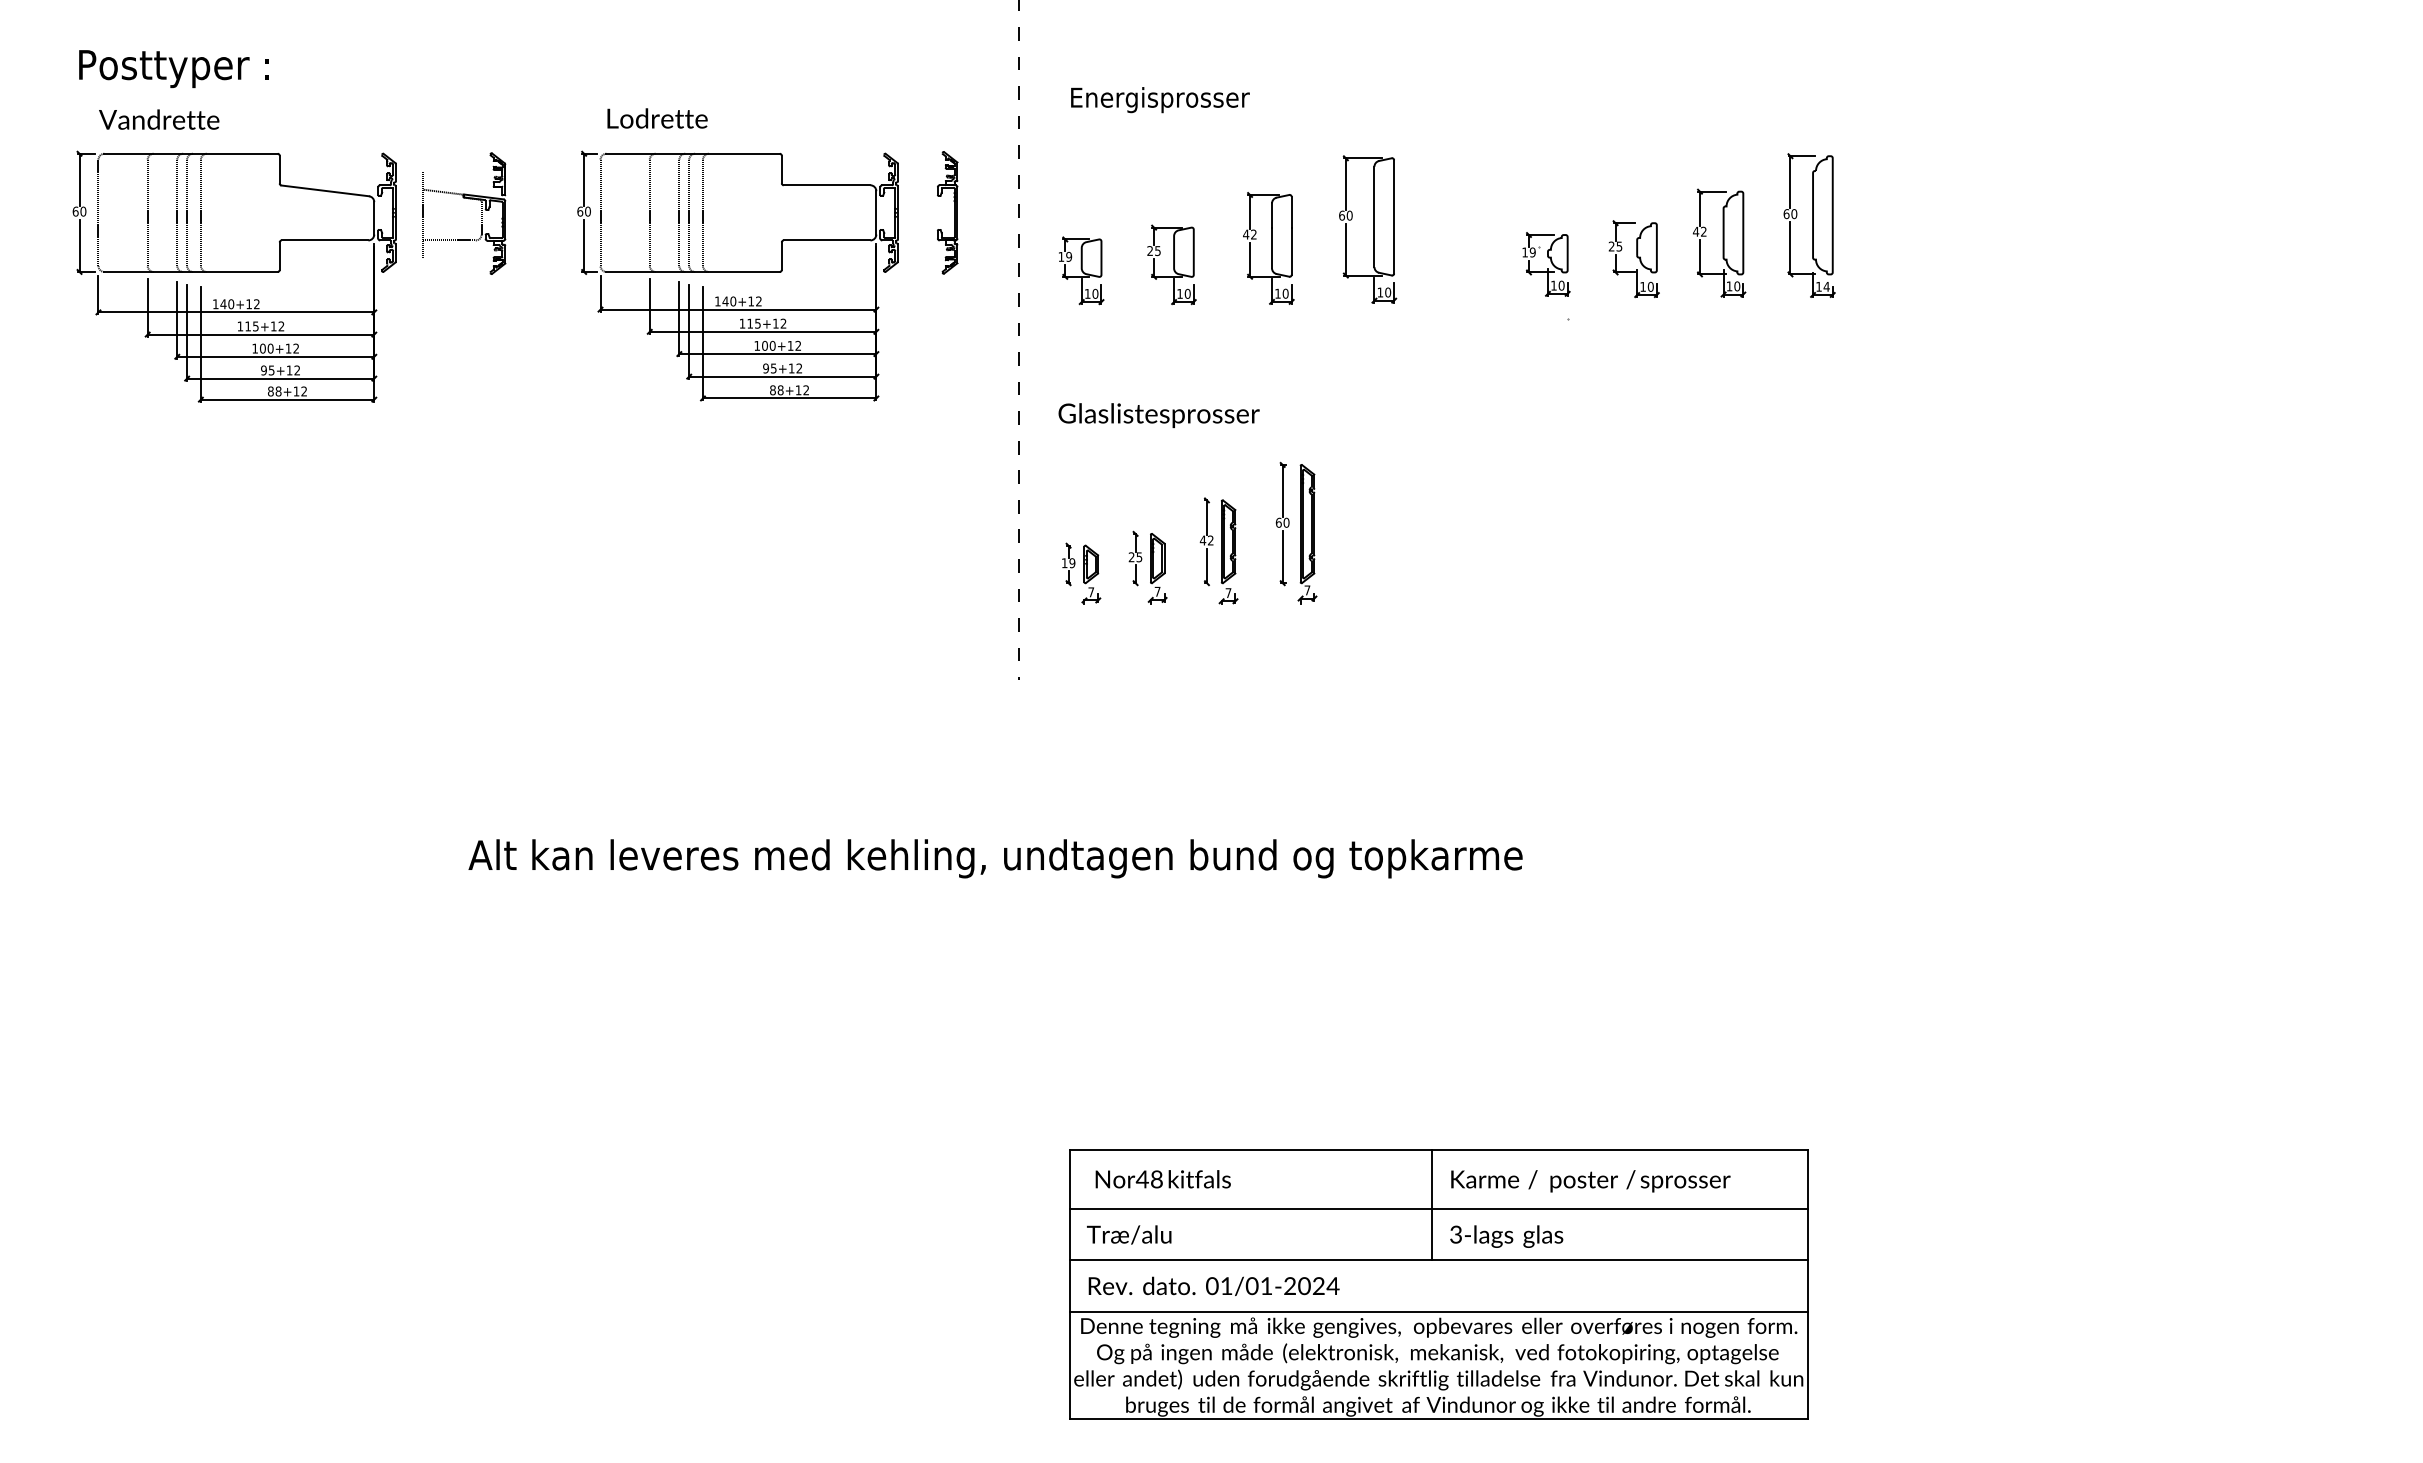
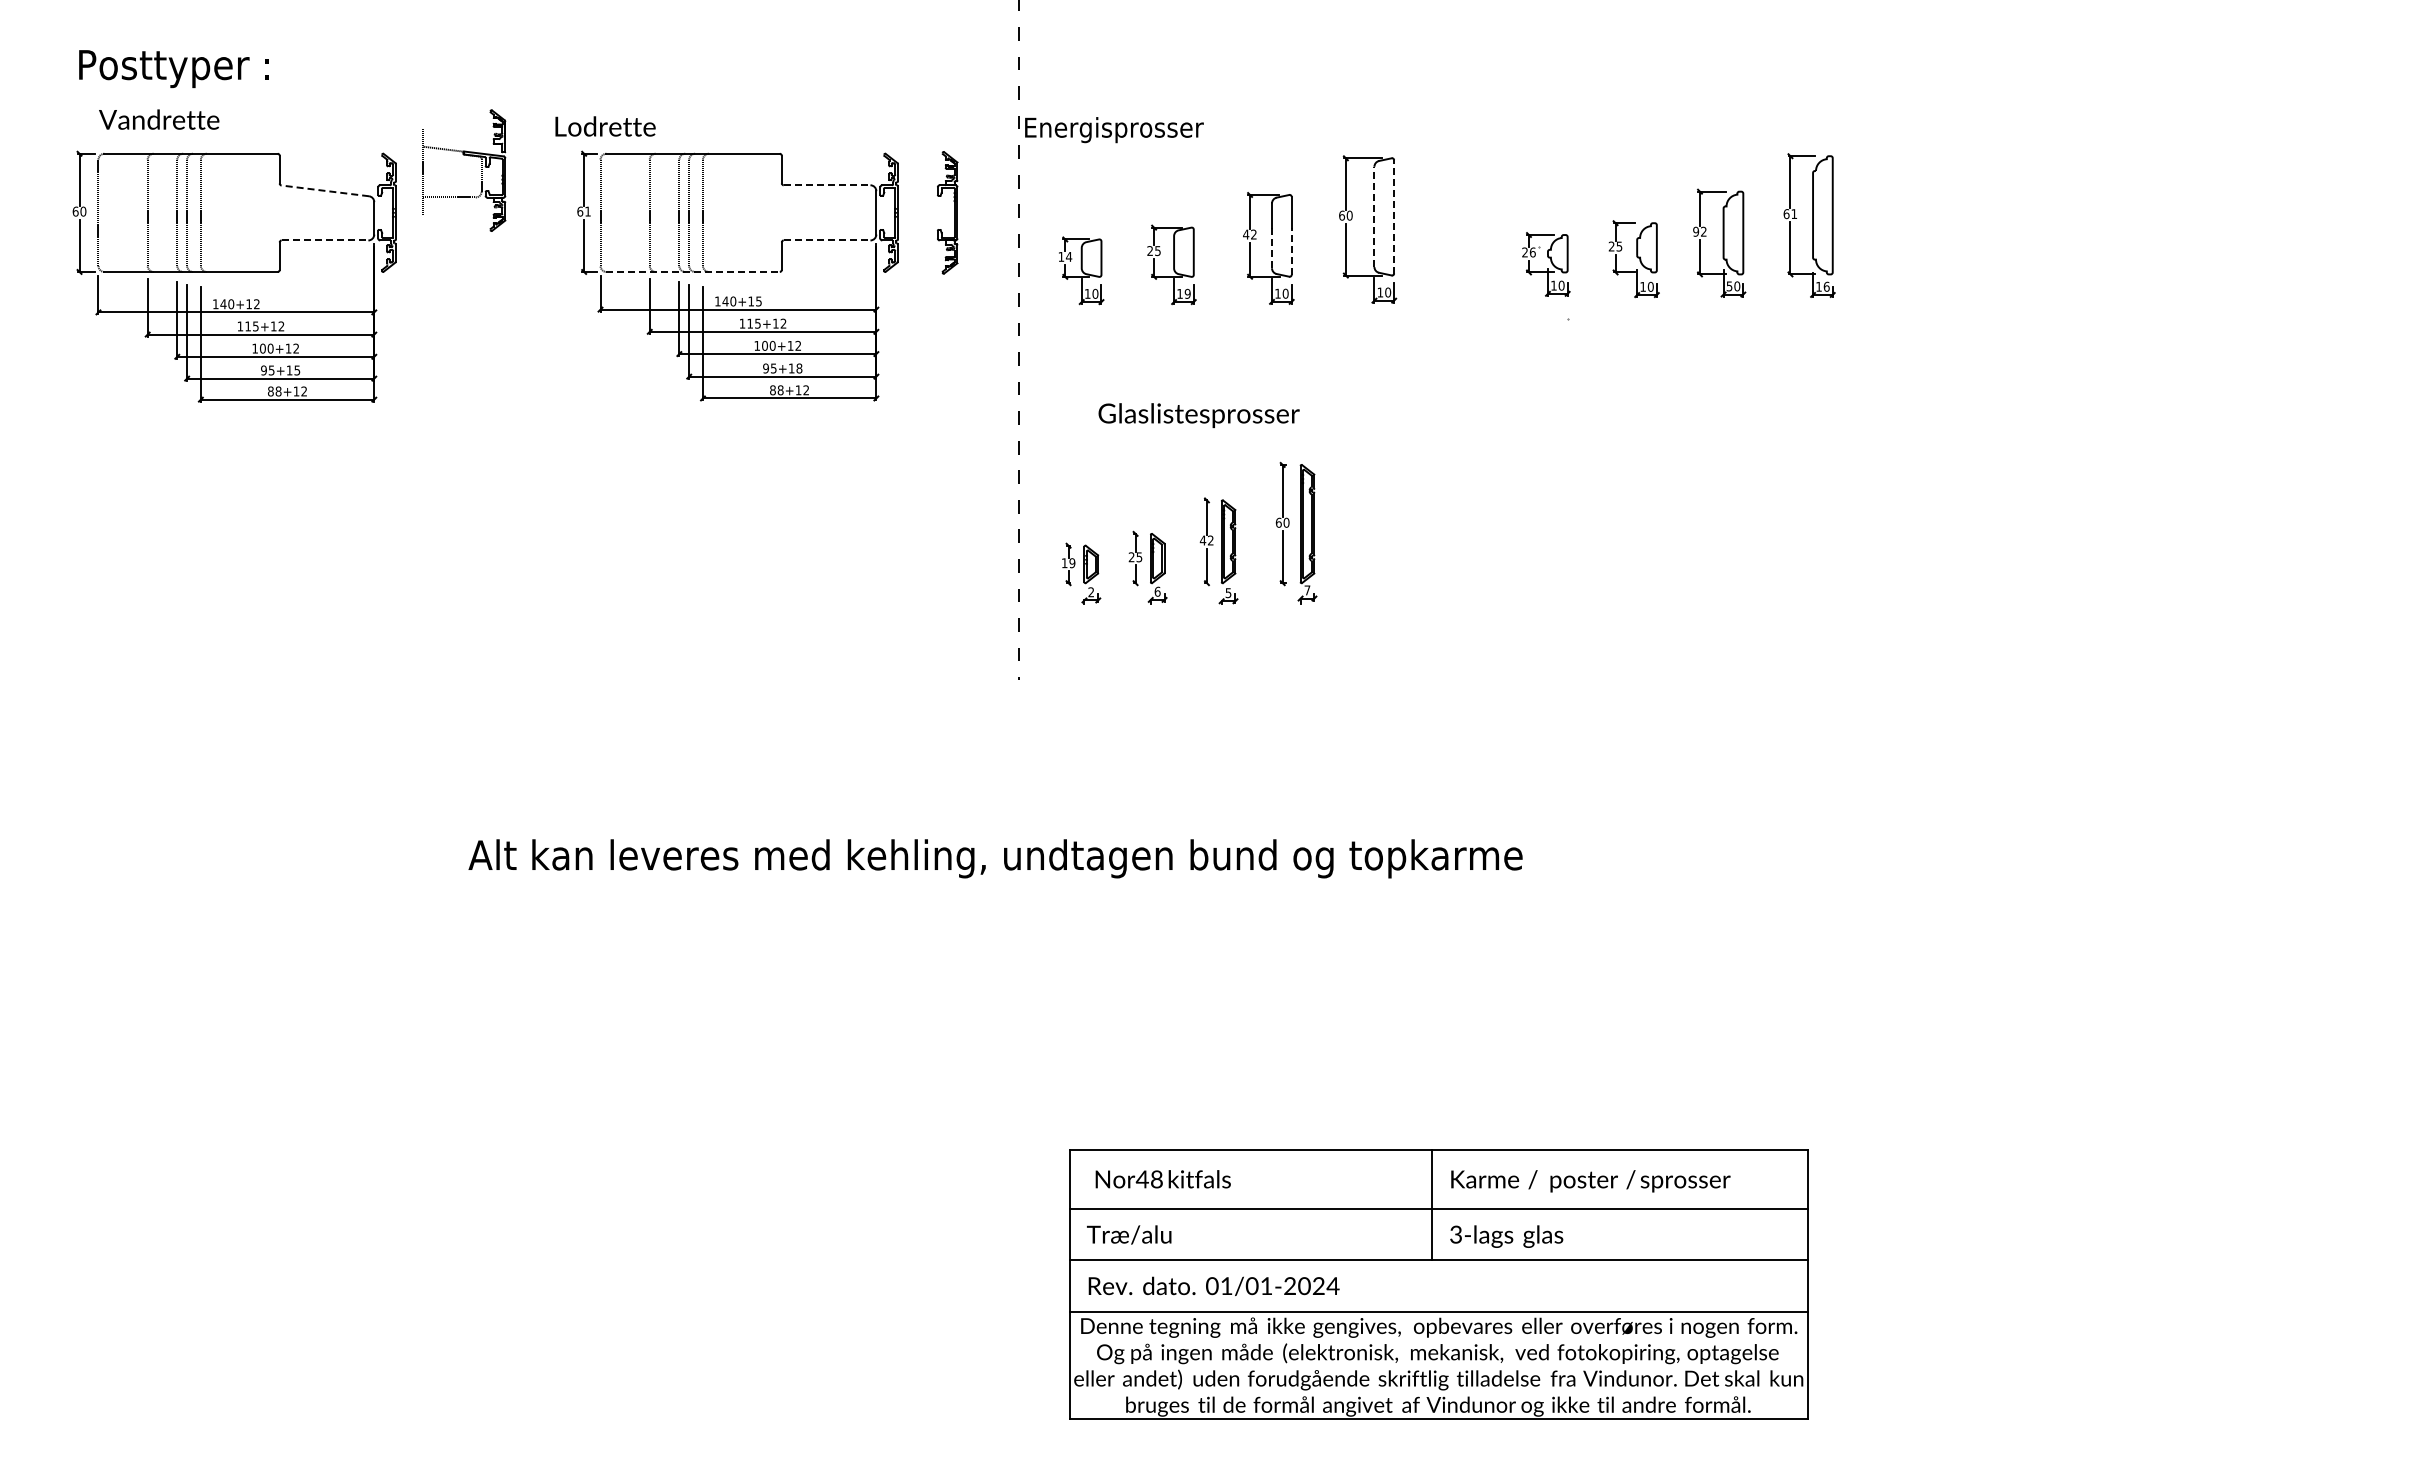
text at (1160, 100) position: (1160, 100) -> (1114, 130)
text at (657, 118) position: (657, 118) -> (605, 126)
line at (827, 185): solid -> dashed
line at (324, 190): solid -> dashed
part at (468, 199) position: (468, 199) -> (468, 156)
text at (587, 211): 60 -> 61
text at (1794, 214): 60 -> 61
line at (1374, 216): solid -> dashed
line at (1394, 216): solid -> dashed
text at (1695, 231): 42 -> 92
line at (325, 240): solid -> dashed
line at (827, 240): solid -> dashed
line at (1272, 247): solid -> dashed
line at (1291, 250): solid -> dashed
text at (1528, 252): 19 -> 26
text at (1068, 256): 19 -> 14
line at (693, 271): solid -> dashed
text at (1729, 286): 10 -> 50
text at (1826, 286): 14 -> 16
text at (1187, 293): 10 -> 19
text at (758, 301): 140+12 -> 140+15
text at (799, 368): 95+12 -> 95+18
text at (297, 370): 95+12 -> 95+15
text at (1158, 415) position: (1158, 415) -> (1198, 415)
text at (1157, 591): 7 -> 6
text at (1091, 592): 7 -> 2
text at (1228, 593): 7 -> 5
